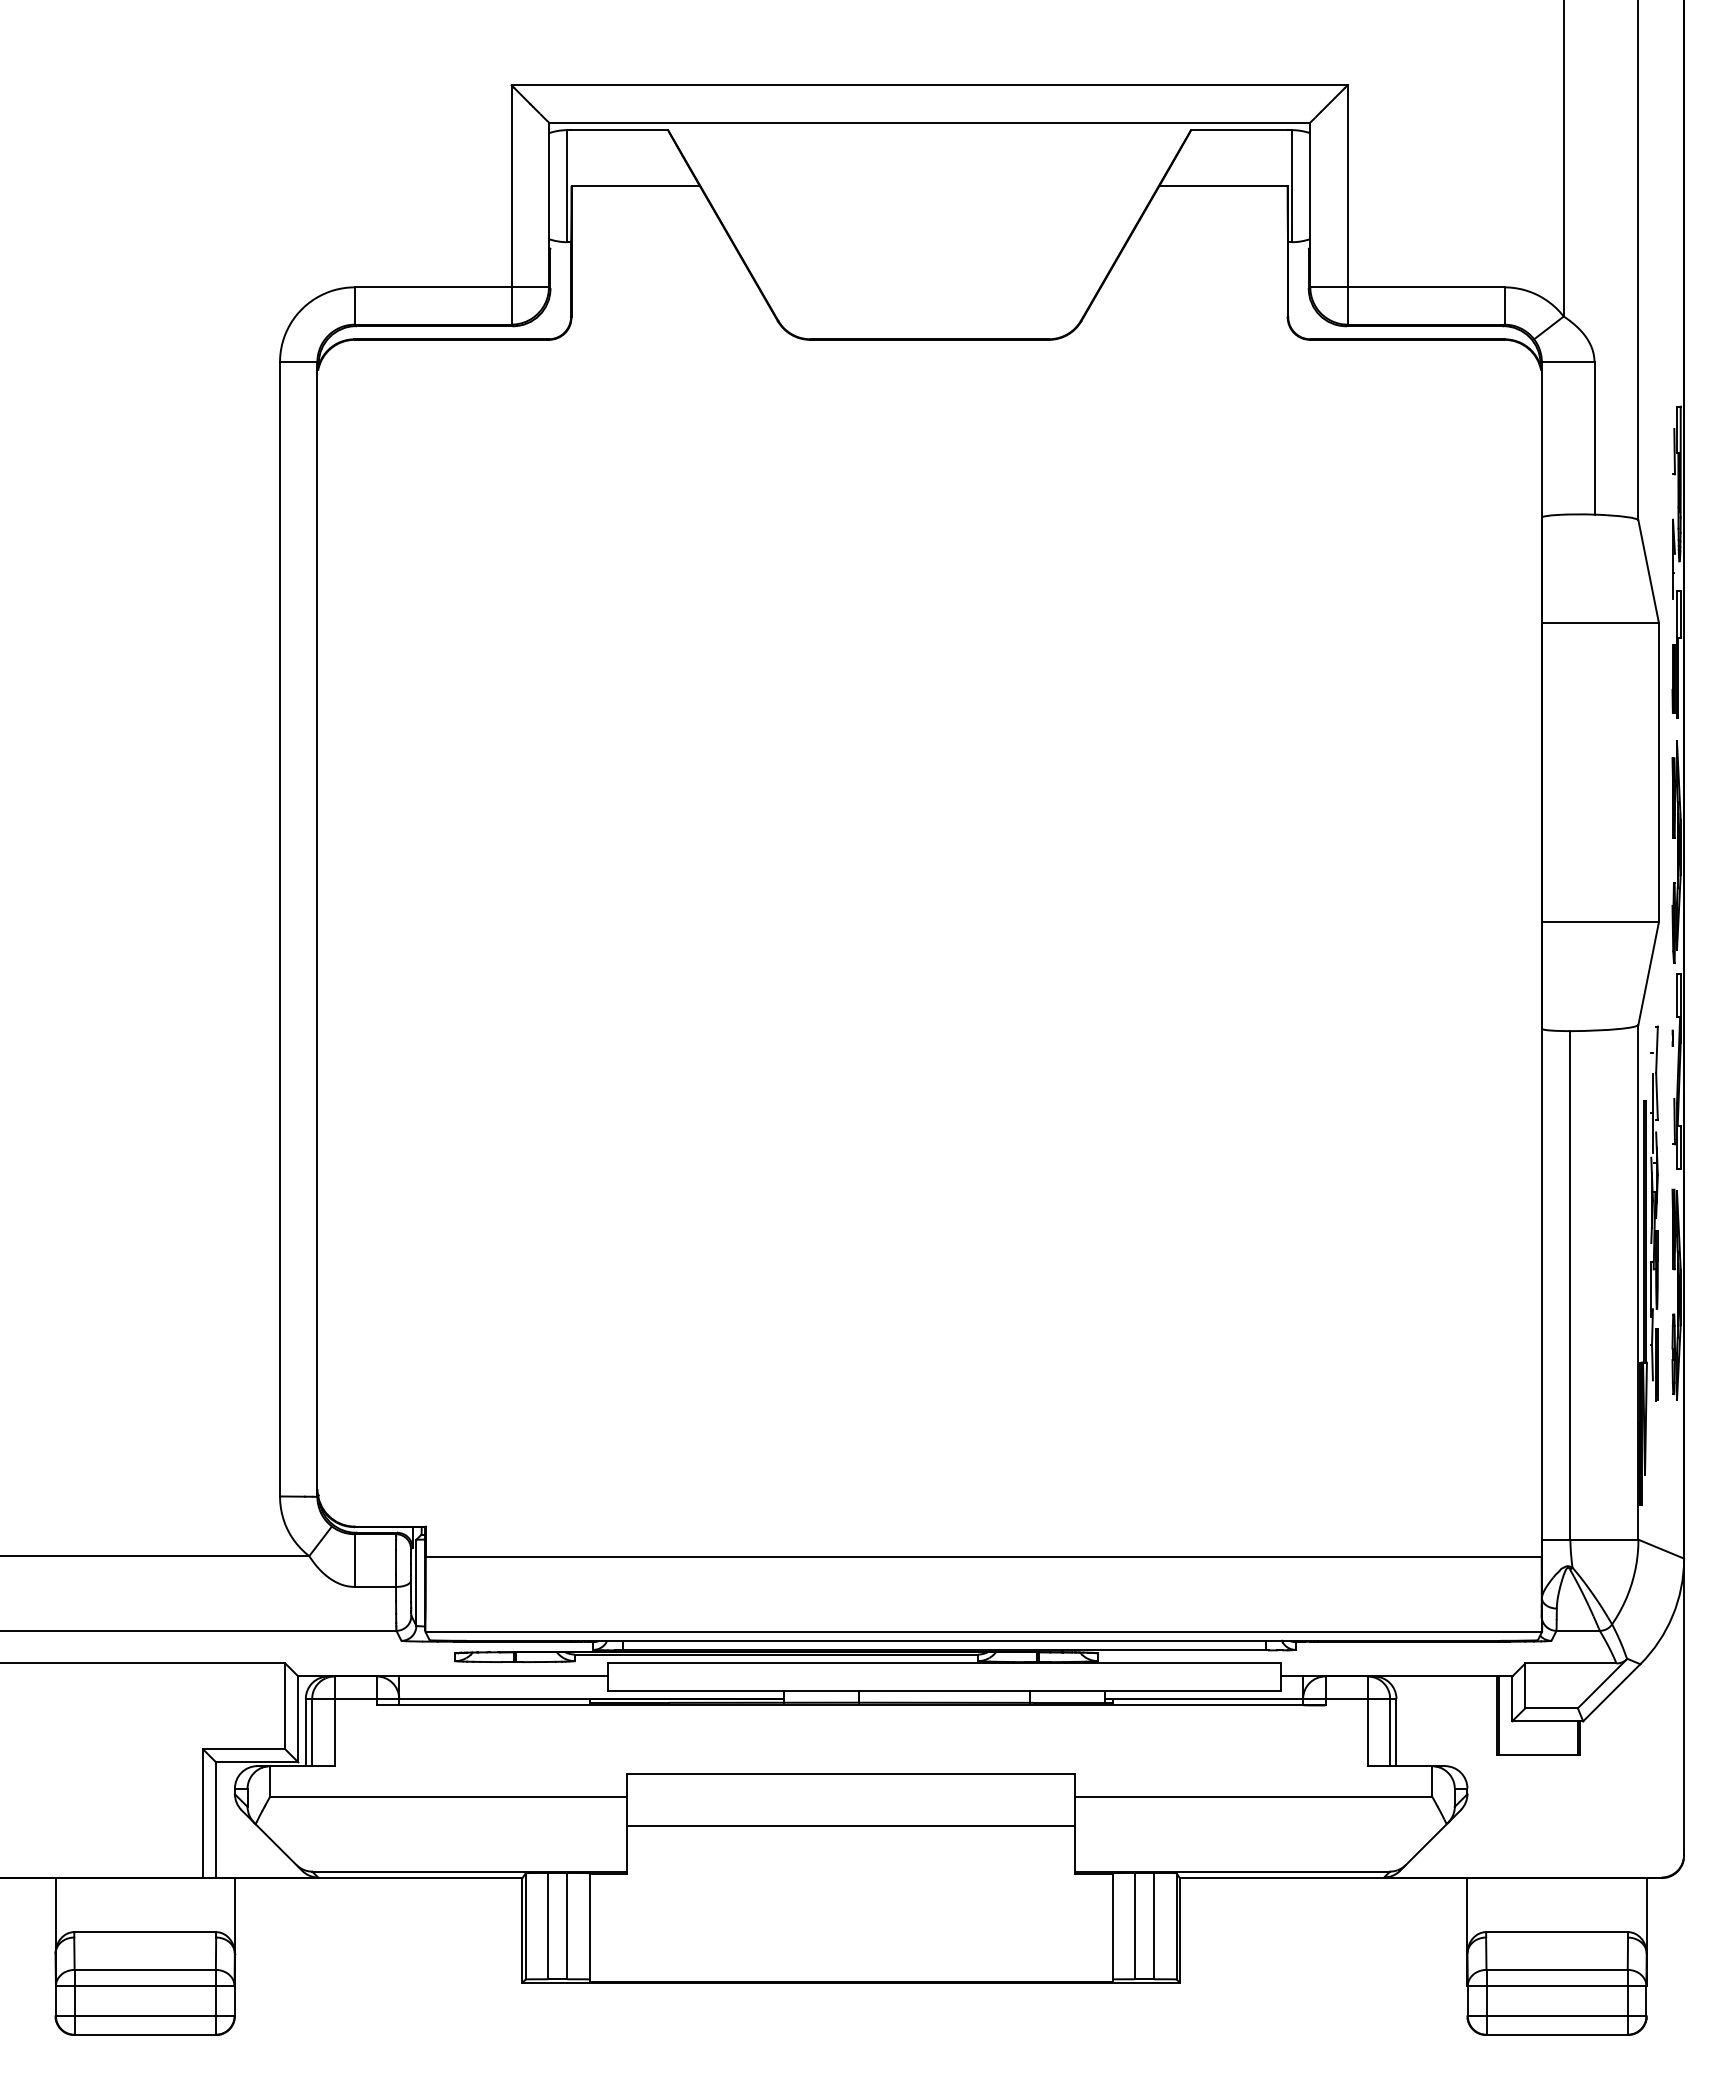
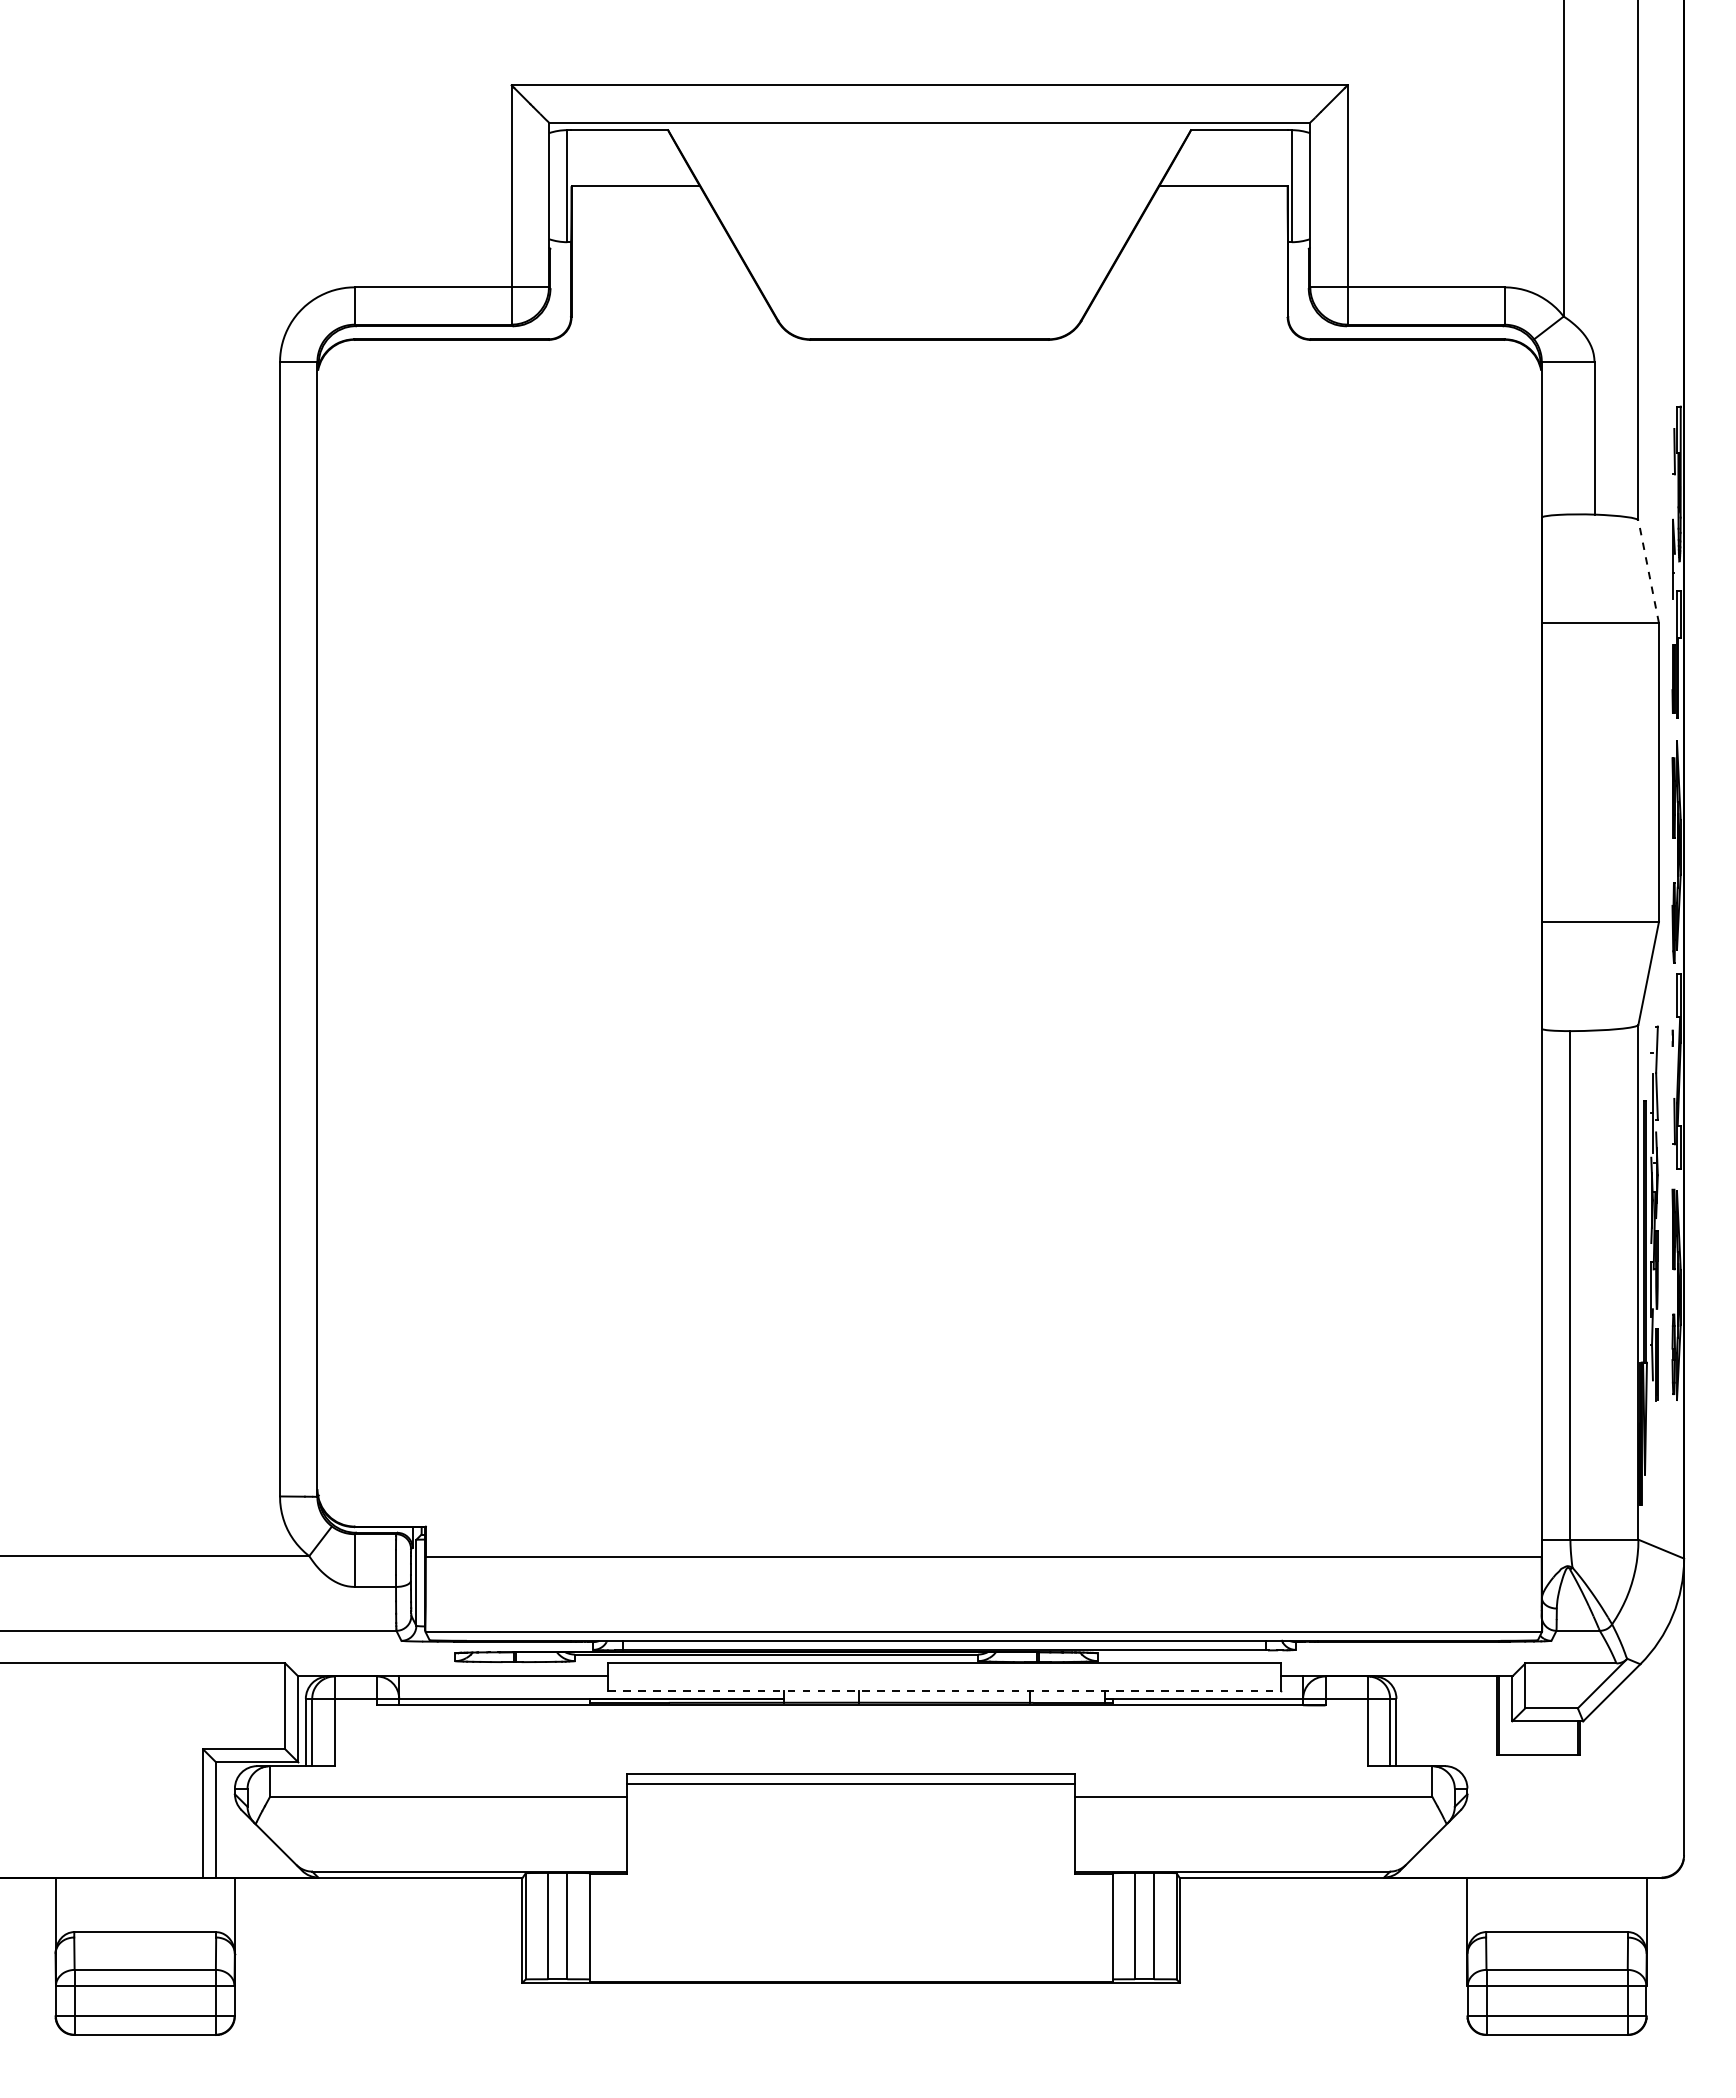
line at (1648, 571): solid -> dashed
line at (945, 1691): solid -> dashed
line at (851, 1825) position: (851, 1825) -> (851, 1783)
